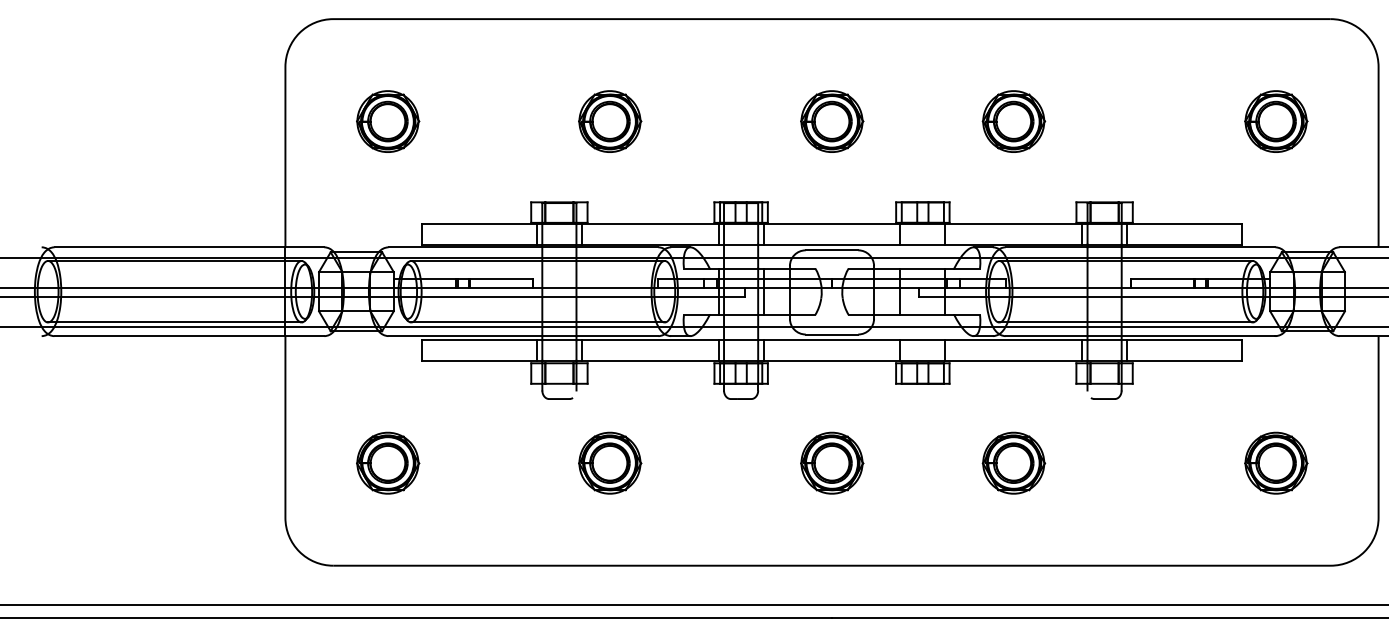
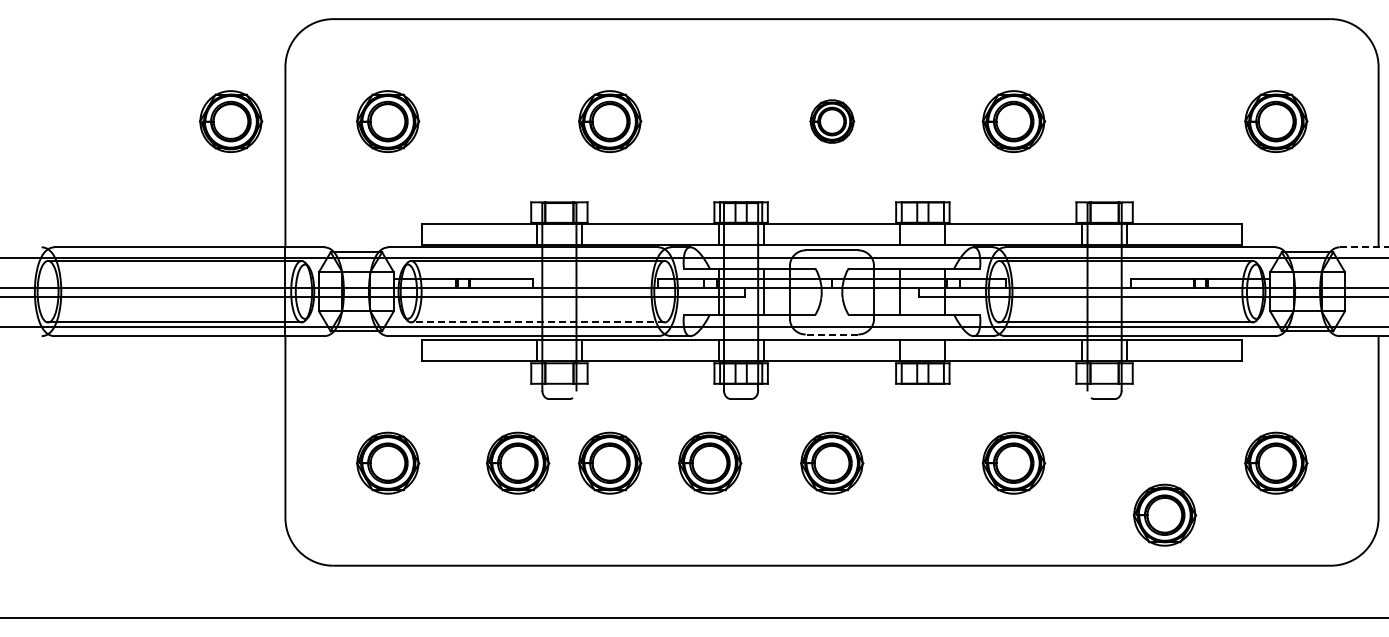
part at (231, 121): none -> present
part at (832, 121) size: 65x63 px -> 47x45 px
line at (1364, 247): solid -> dashed
line at (537, 322): solid -> dashed
line at (831, 334): solid -> dashed
part at (518, 462): none -> present
part at (710, 462): none -> present
part at (1164, 514): none -> present
line at (693, 604): present -> none
